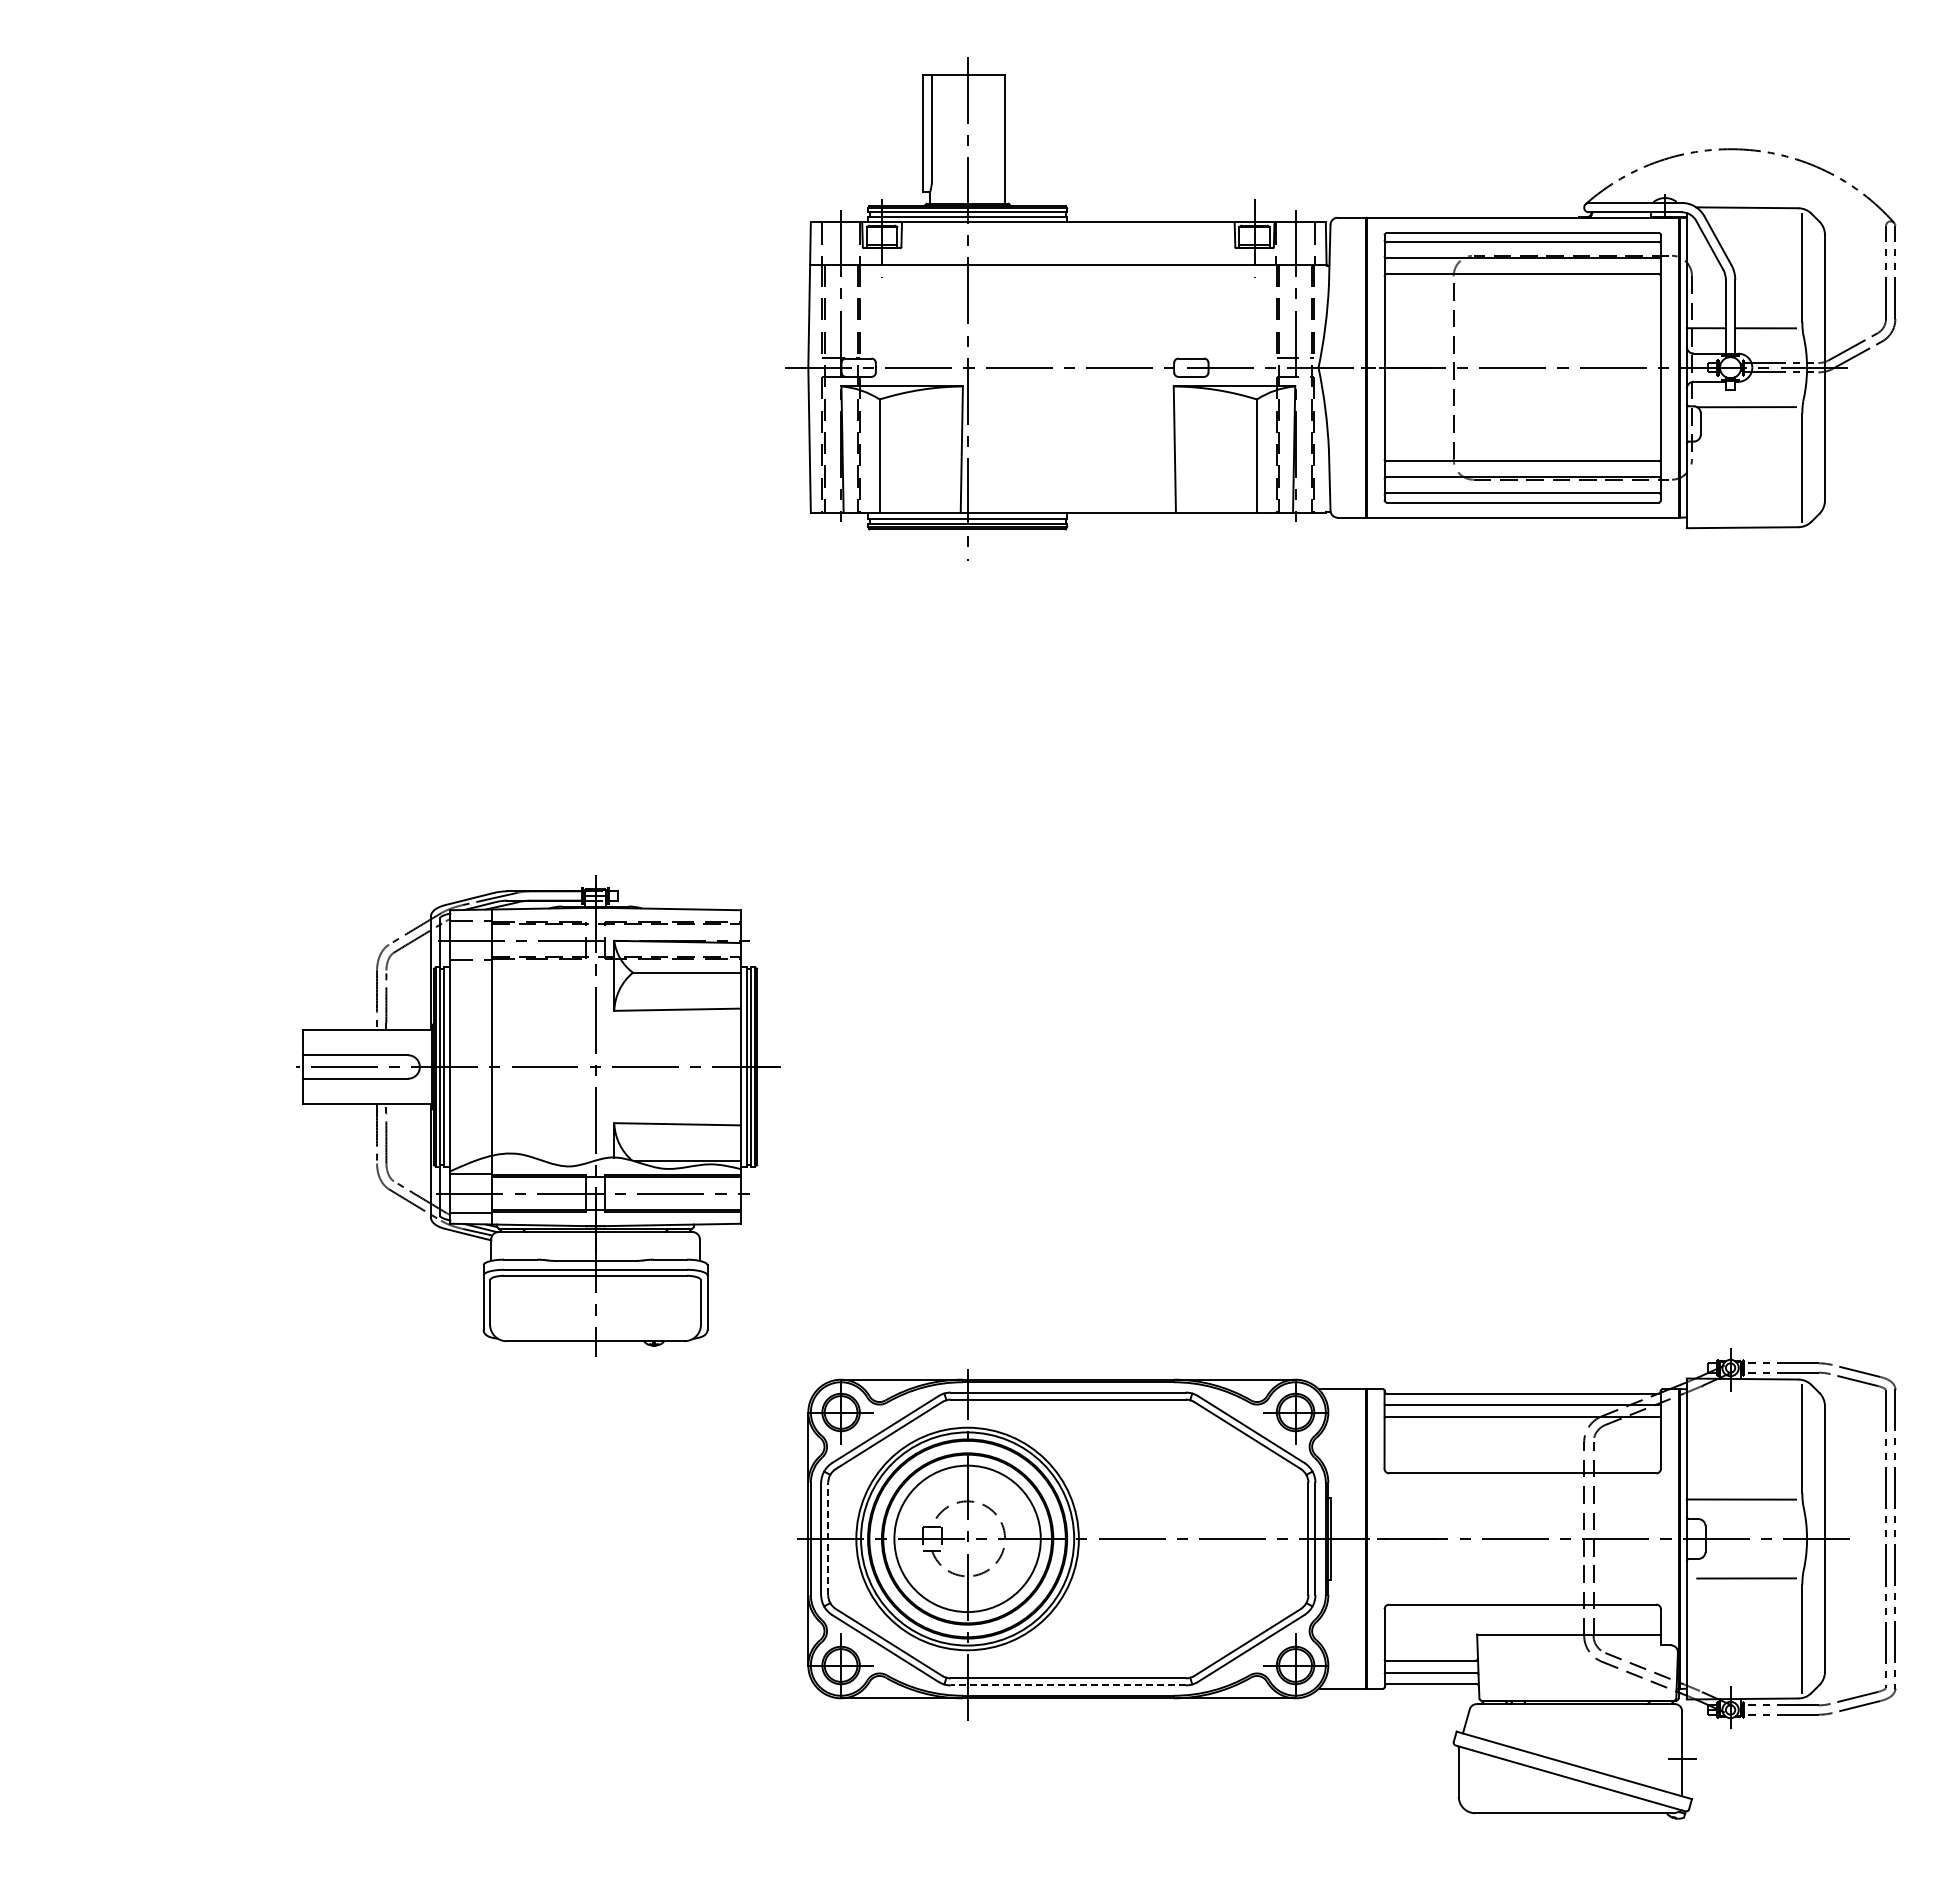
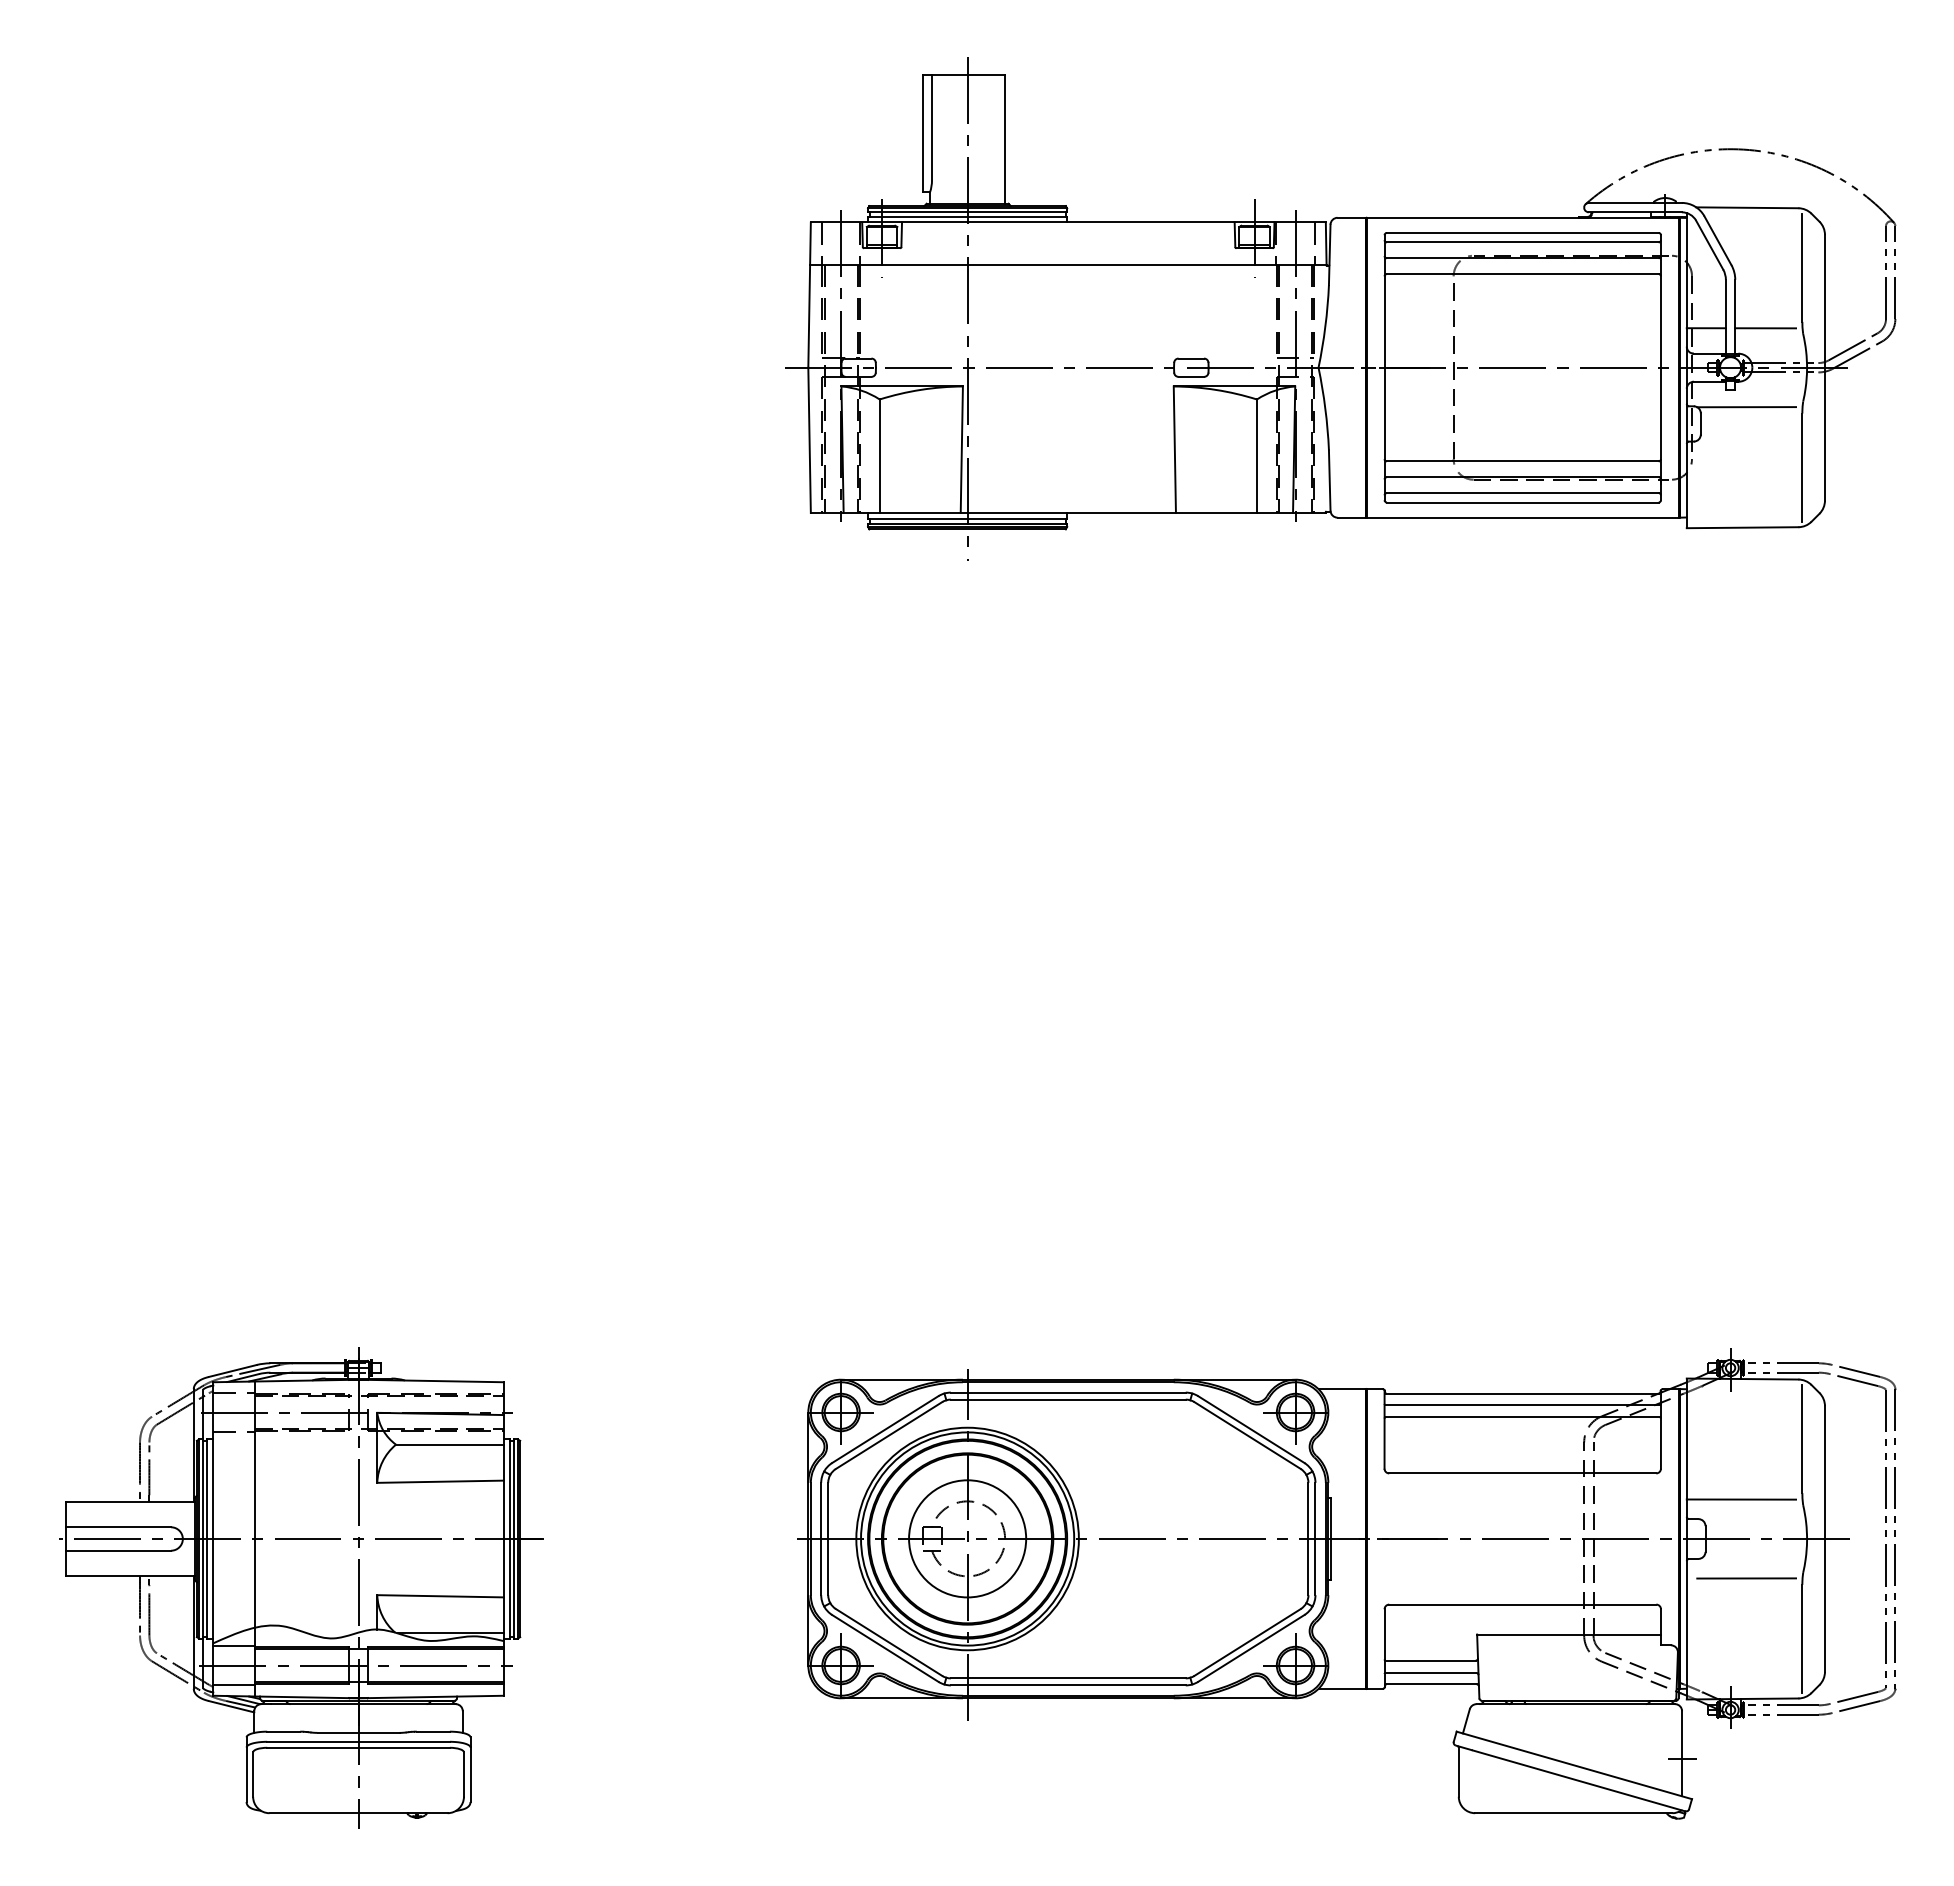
part at (538, 1115) position: (538, 1115) -> (301, 1587)
line at (828, 1538): dashed -> solid
circle at (967, 1538) diameter: 146 px -> 117 px
line at (1067, 1685): dashed -> solid
